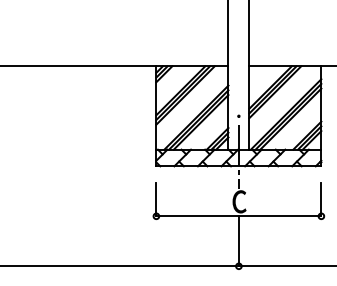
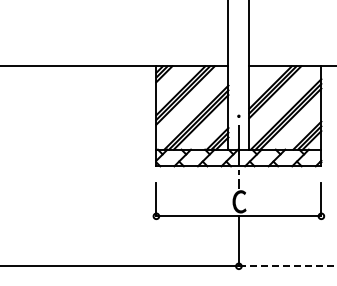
line at (287, 266): solid -> dashed
